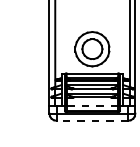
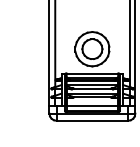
line at (92, 106): dashed -> solid
line at (92, 120): dashed -> solid
